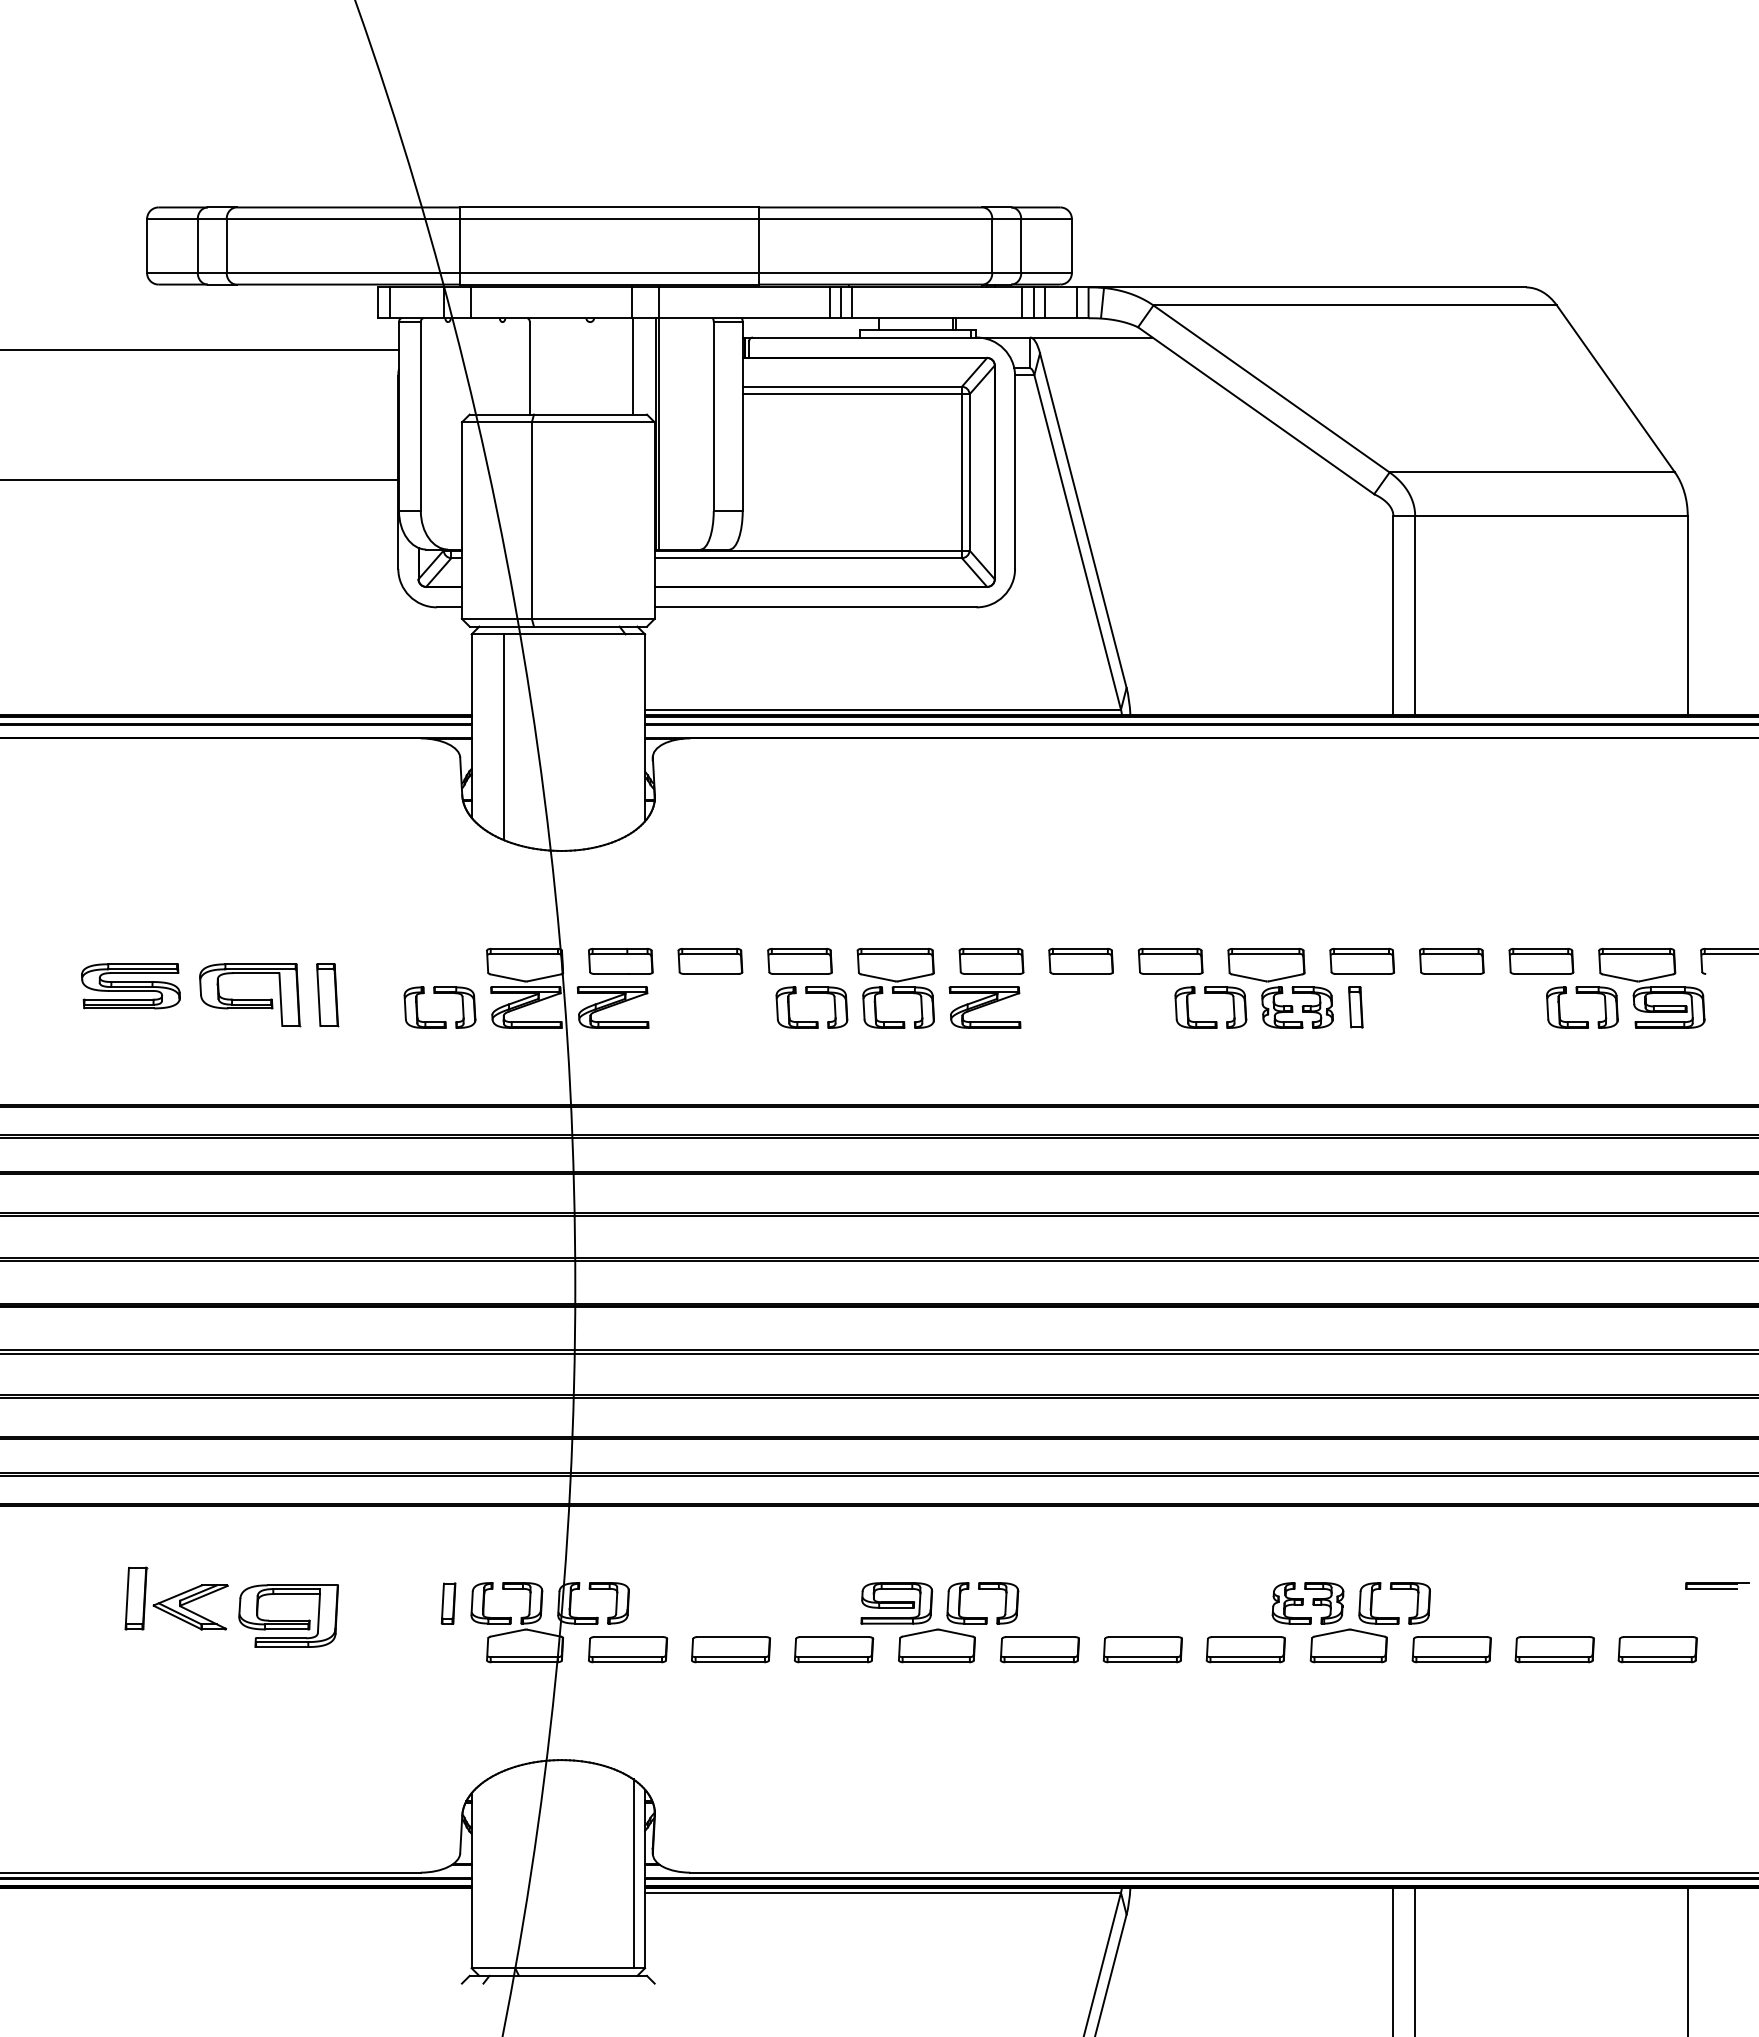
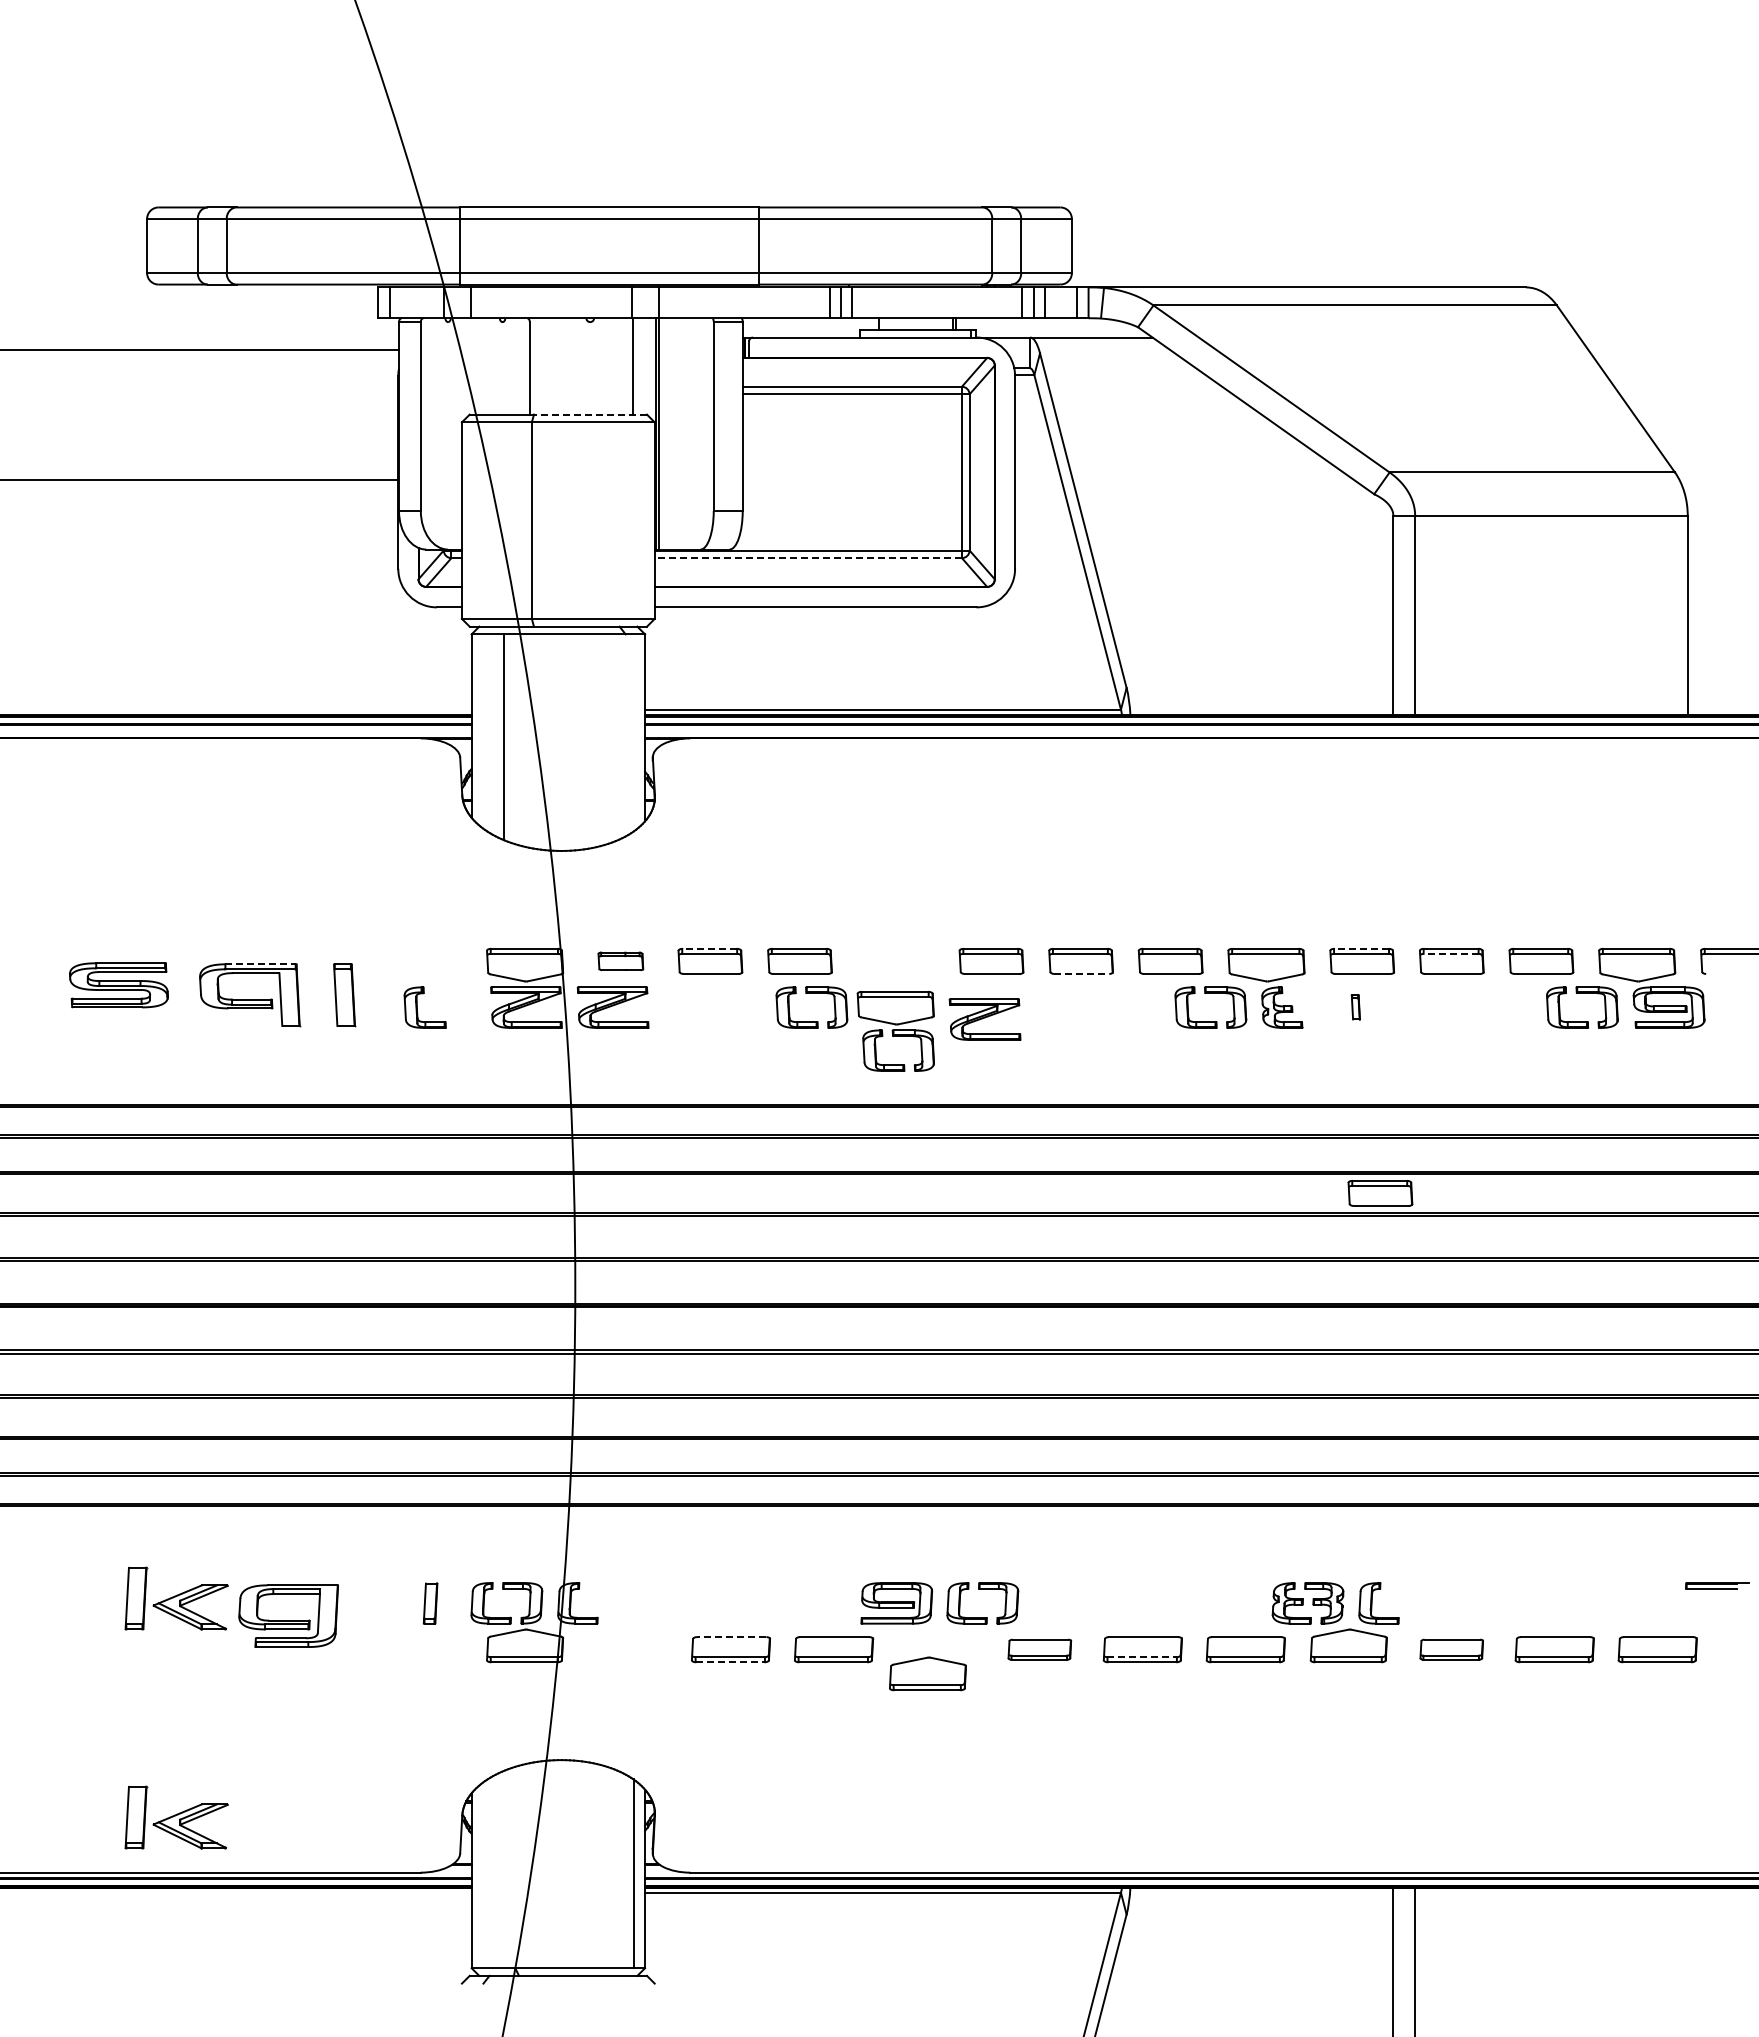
line at (590, 414): solid -> dashed
line at (808, 558): solid -> dashed
line at (709, 948): solid -> dashed
line at (1361, 948): solid -> dashed
line at (1450, 953): solid -> dashed
part at (620, 961) size: 66x27 px -> 48x21 px
line at (261, 964): solid -> dashed
line at (1082, 973): solid -> dashed
part at (130, 986) position: (130, 986) -> (118, 985)
part at (895, 988) position: (895, 988) -> (895, 1031)
part at (327, 995) position: (327, 995) -> (344, 995)
part at (462, 1007): present -> none
part at (984, 1007) position: (984, 1007) -> (984, 1019)
part at (1312, 1007): present -> none
part at (1355, 1007) size: 16x43 px -> 11x27 px
part at (1380, 1193): none -> present
part at (448, 1603) position: (448, 1603) -> (430, 1603)
part at (615, 1603): present -> none
part at (1416, 1603): present -> none
line at (731, 1637): solid -> dashed
part at (936, 1645) position: (936, 1645) -> (927, 1673)
part at (628, 1649): present -> none
part at (1039, 1649) size: 81x28 px -> 66x23 px
part at (1451, 1649) size: 81x28 px -> 65x23 px
line at (1142, 1657): solid -> dashed
line at (730, 1662): solid -> dashed
part at (176, 1817): none -> present
line at (1687, 1960): present -> none
